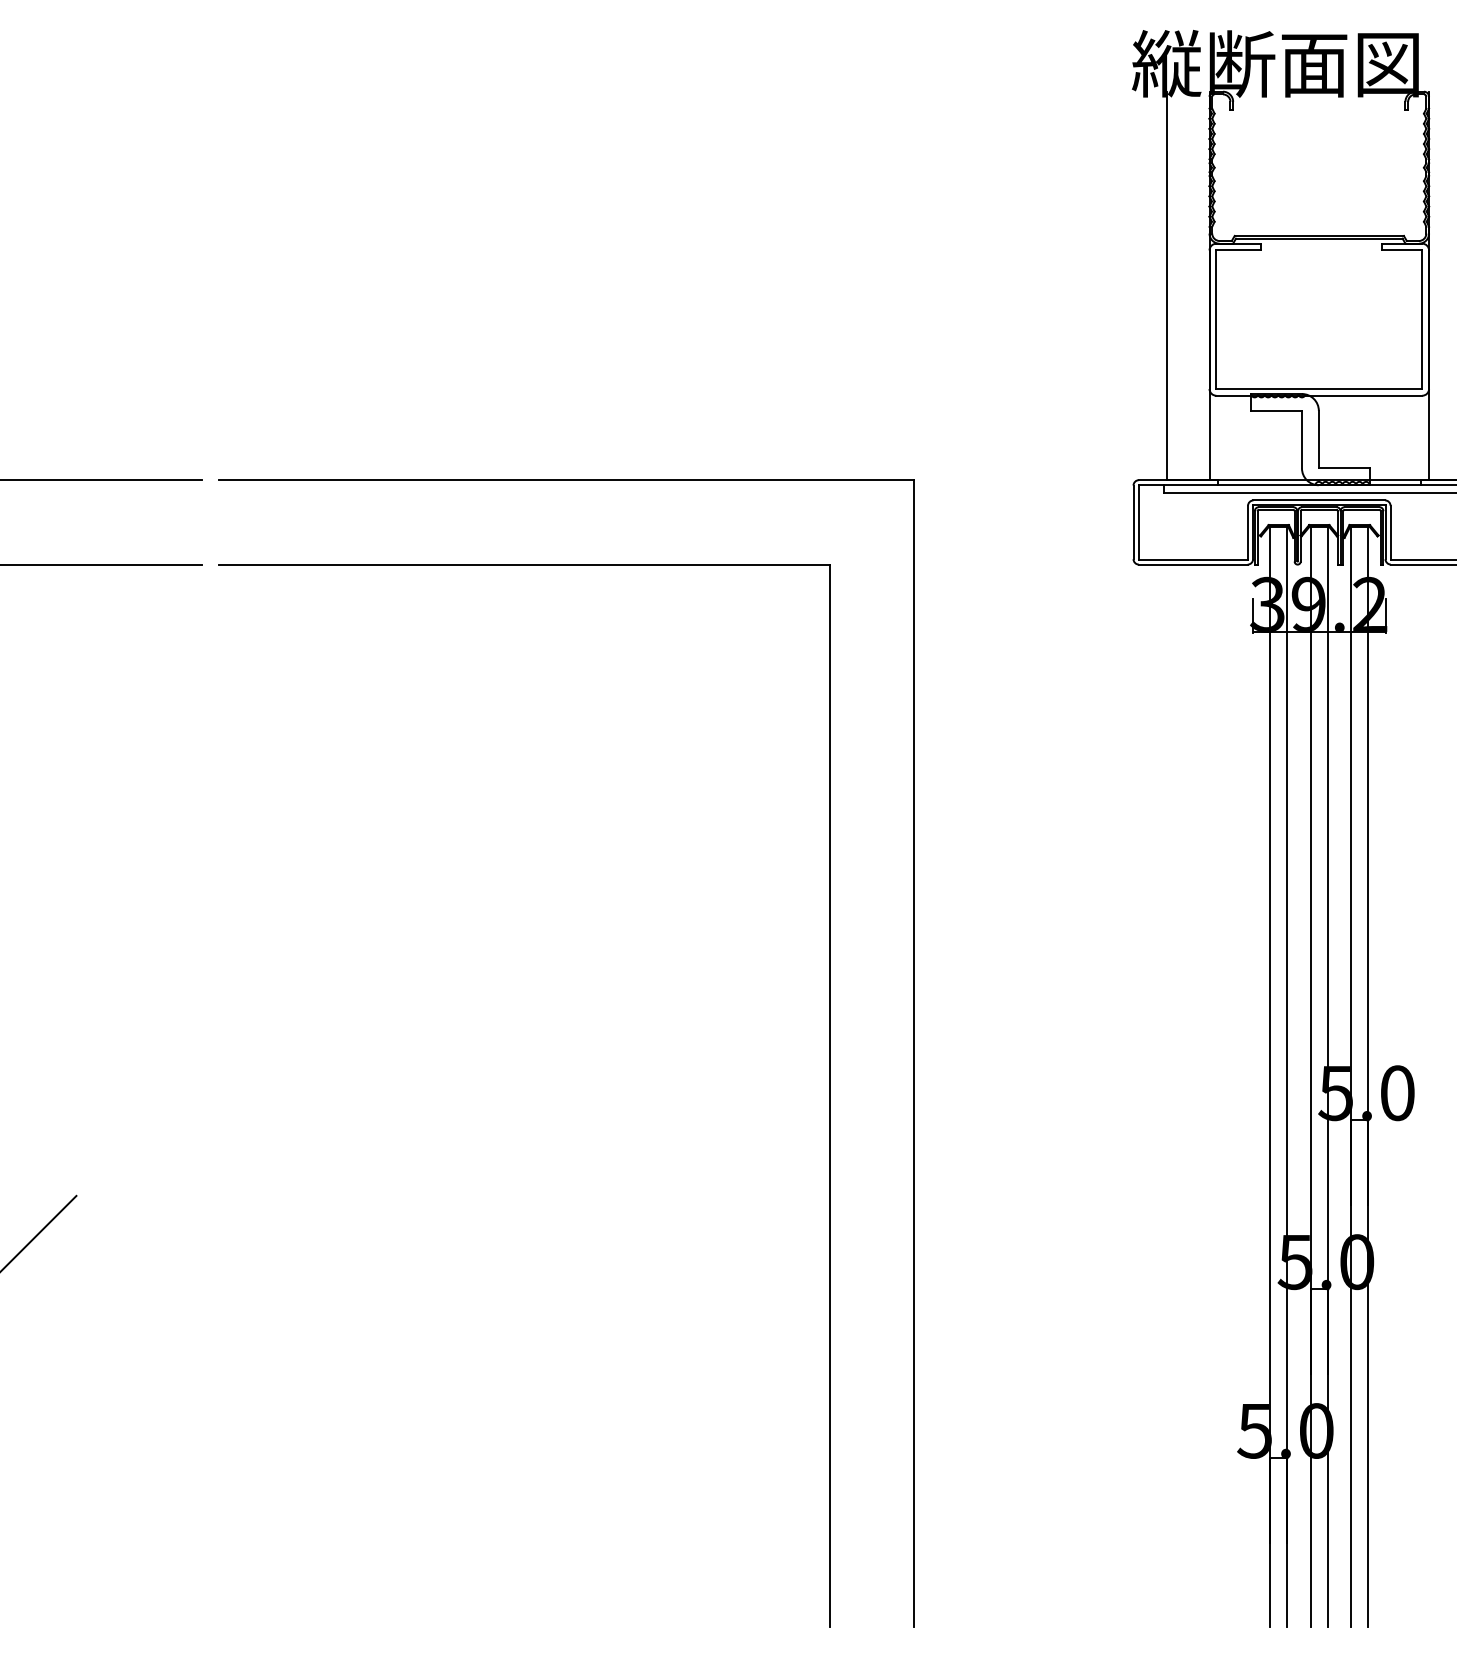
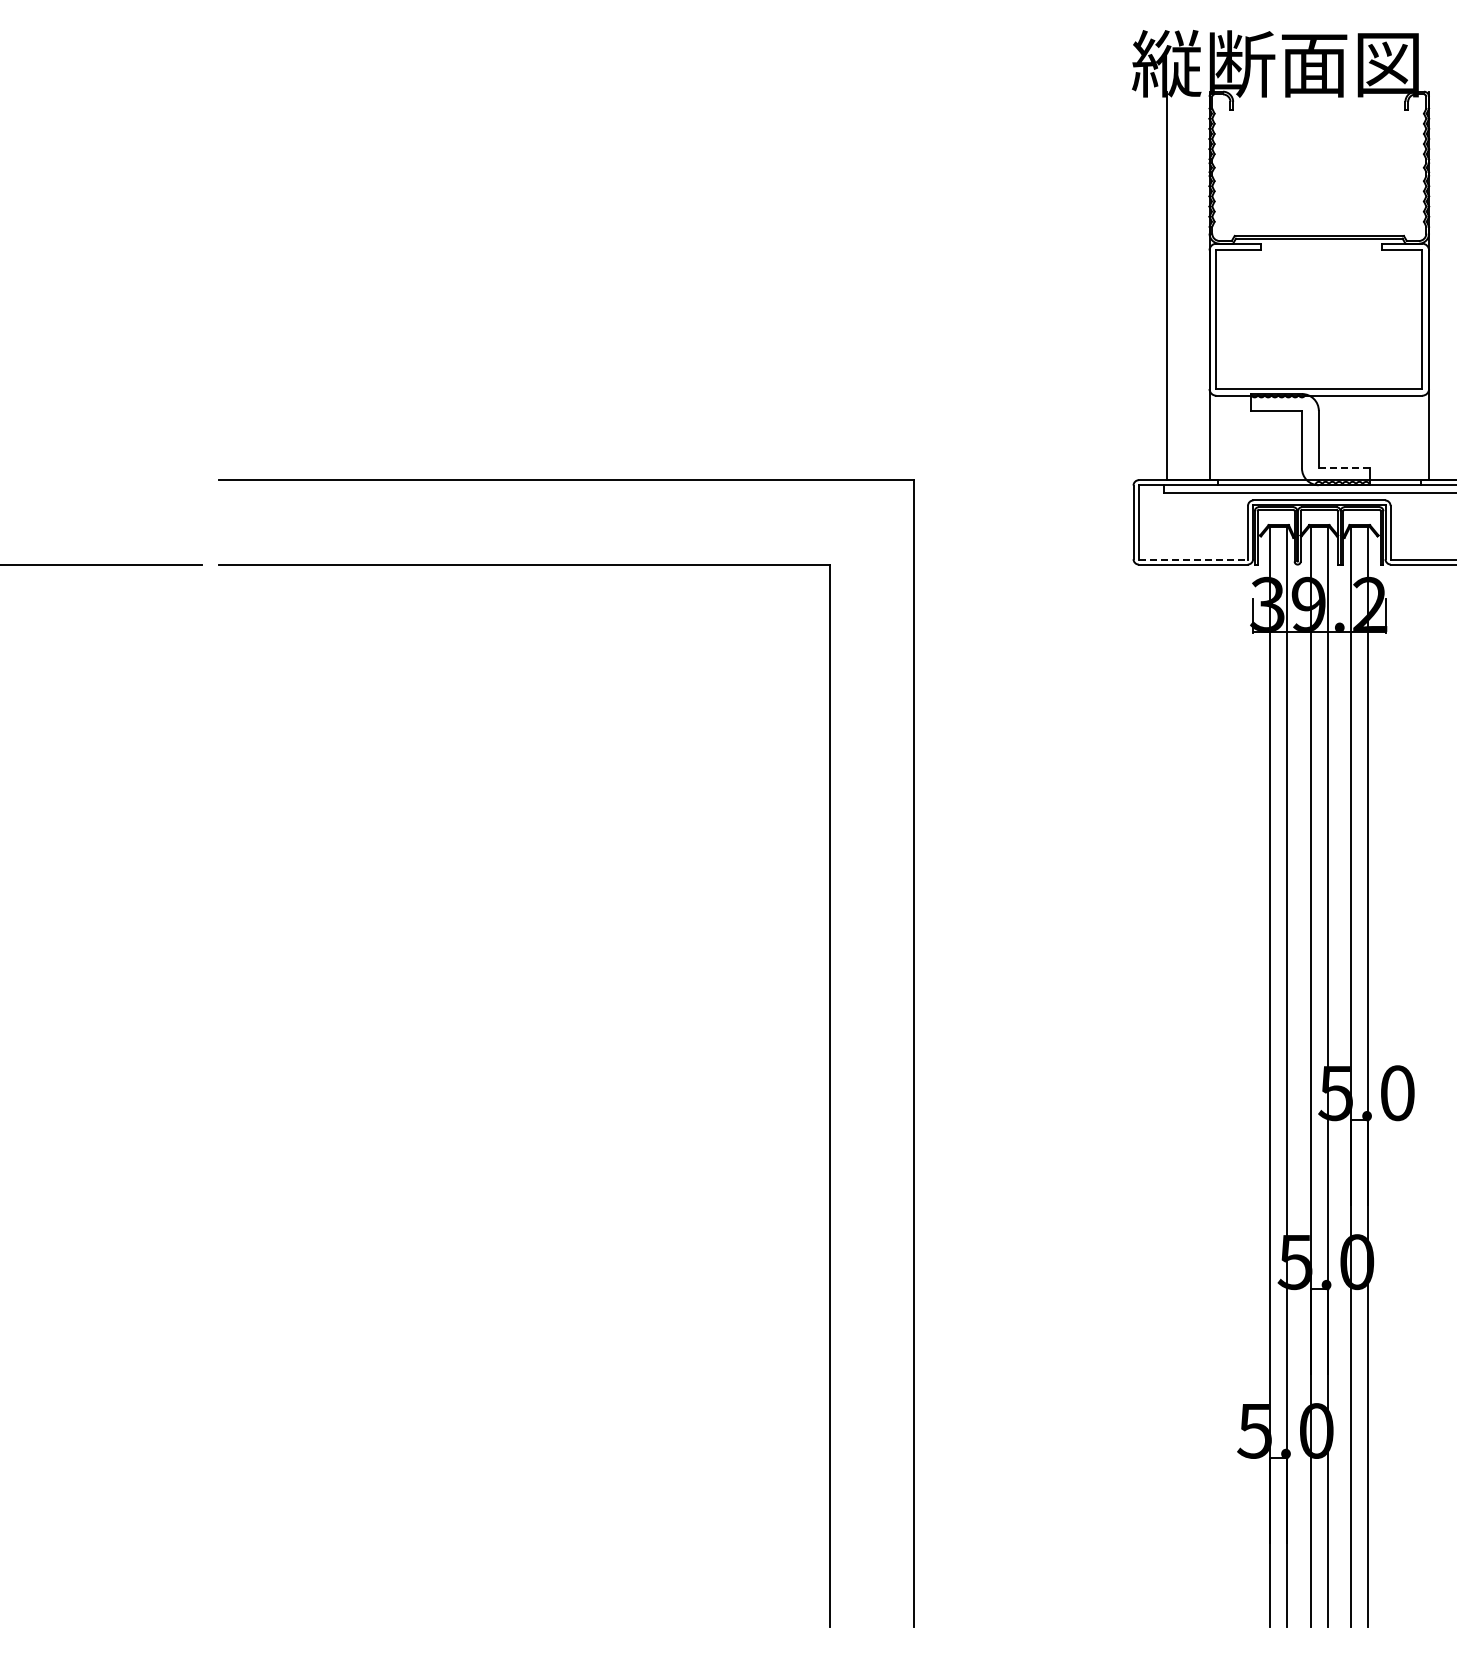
line at (1343, 468): solid -> dashed
line at (101, 480): present -> none
line at (1193, 559): solid -> dashed
line at (39, 1232): present -> none
